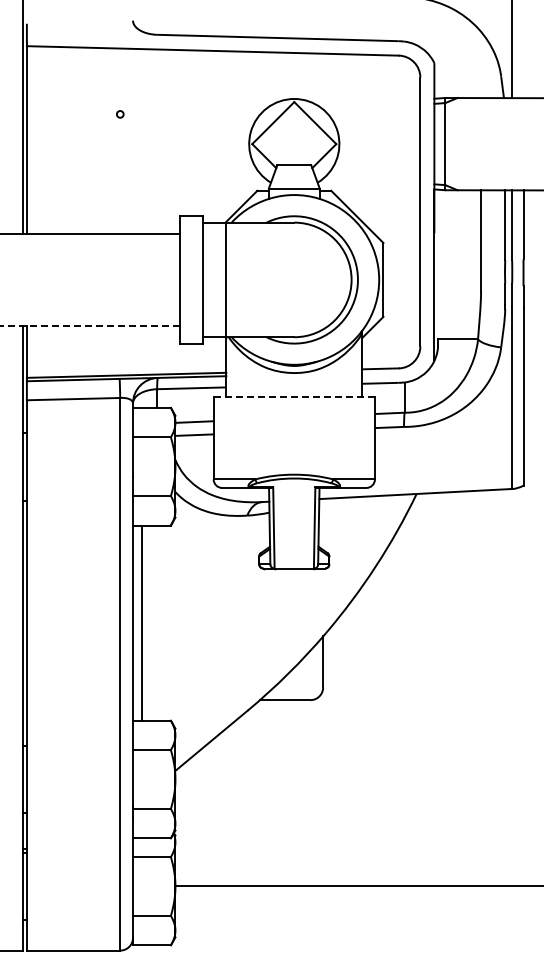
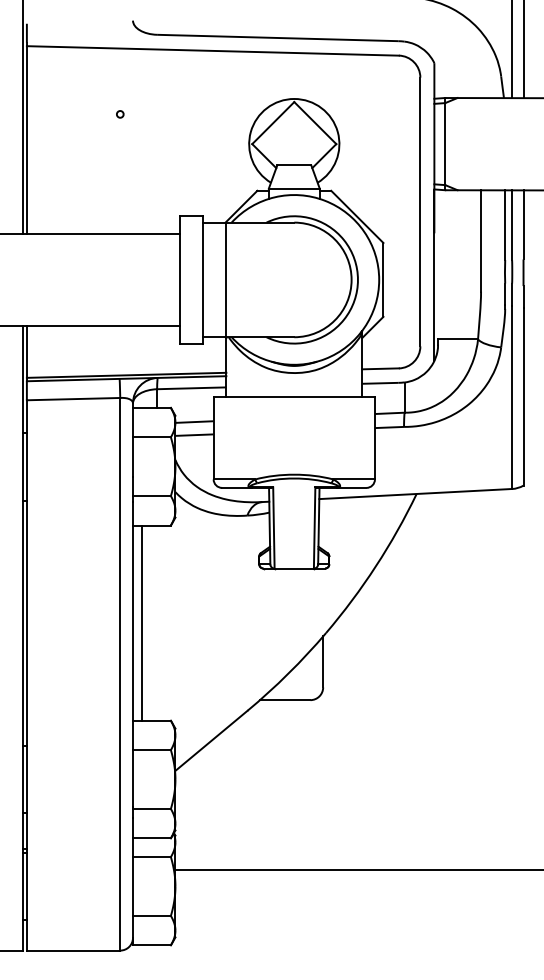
line at (523, 50): none -> present
line at (89, 325): dashed -> solid
line at (294, 396): dashed -> solid
line at (357, 885) position: (357, 885) -> (357, 869)
